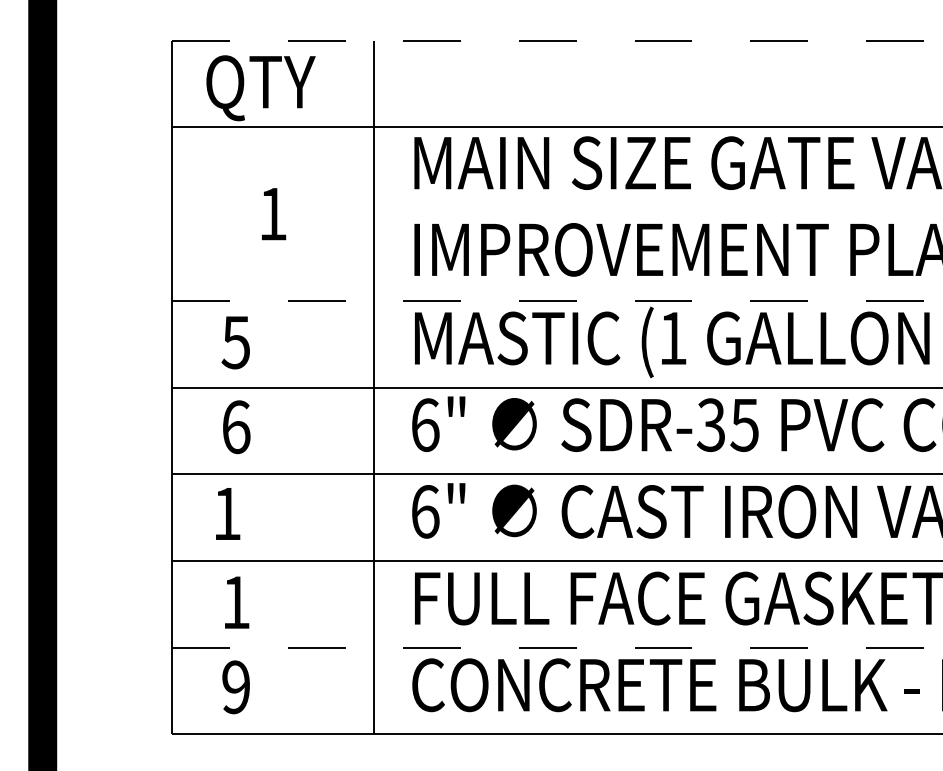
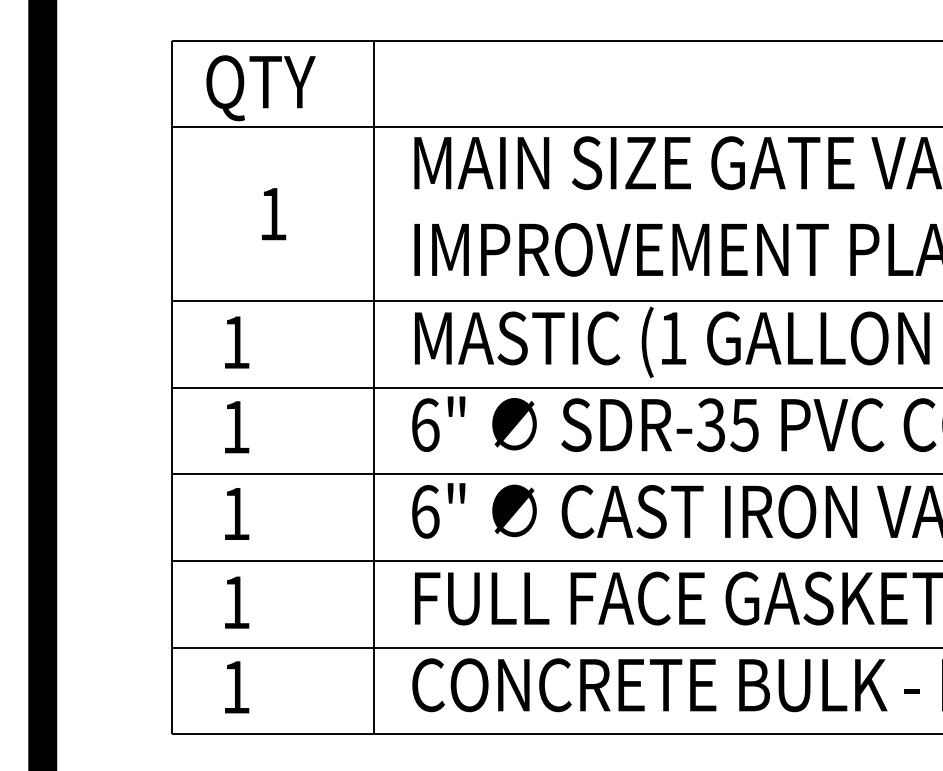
line at (557, 40): dashed -> solid
line at (557, 300): dashed -> solid
text at (235, 342): 5 -> 1
text at (236, 427): 6 -> 1
text at (228, 513) position: (228, 513) -> (237, 513)
line at (557, 647): dashed -> solid
text at (235, 687): 9 -> 1
